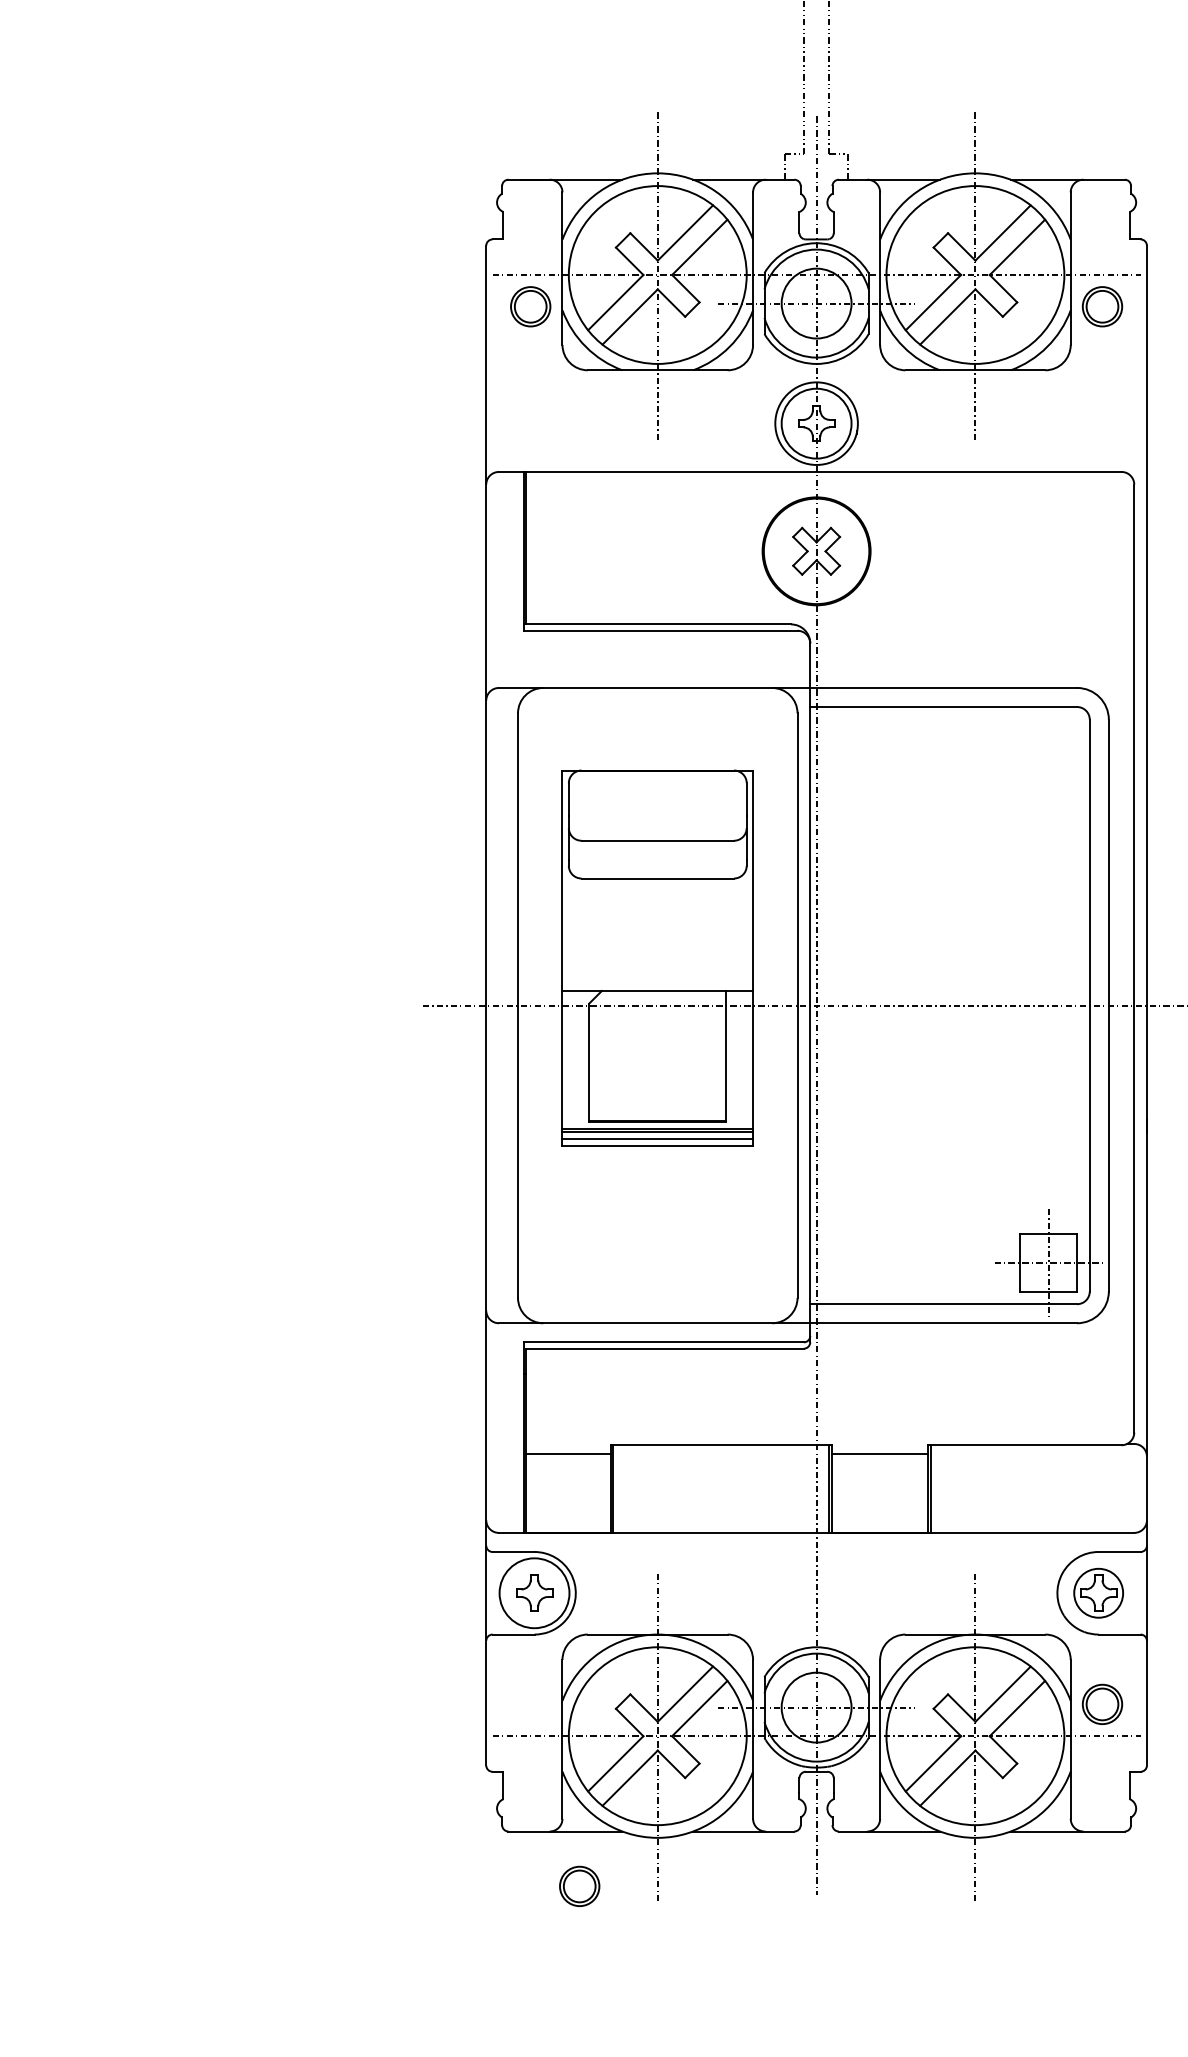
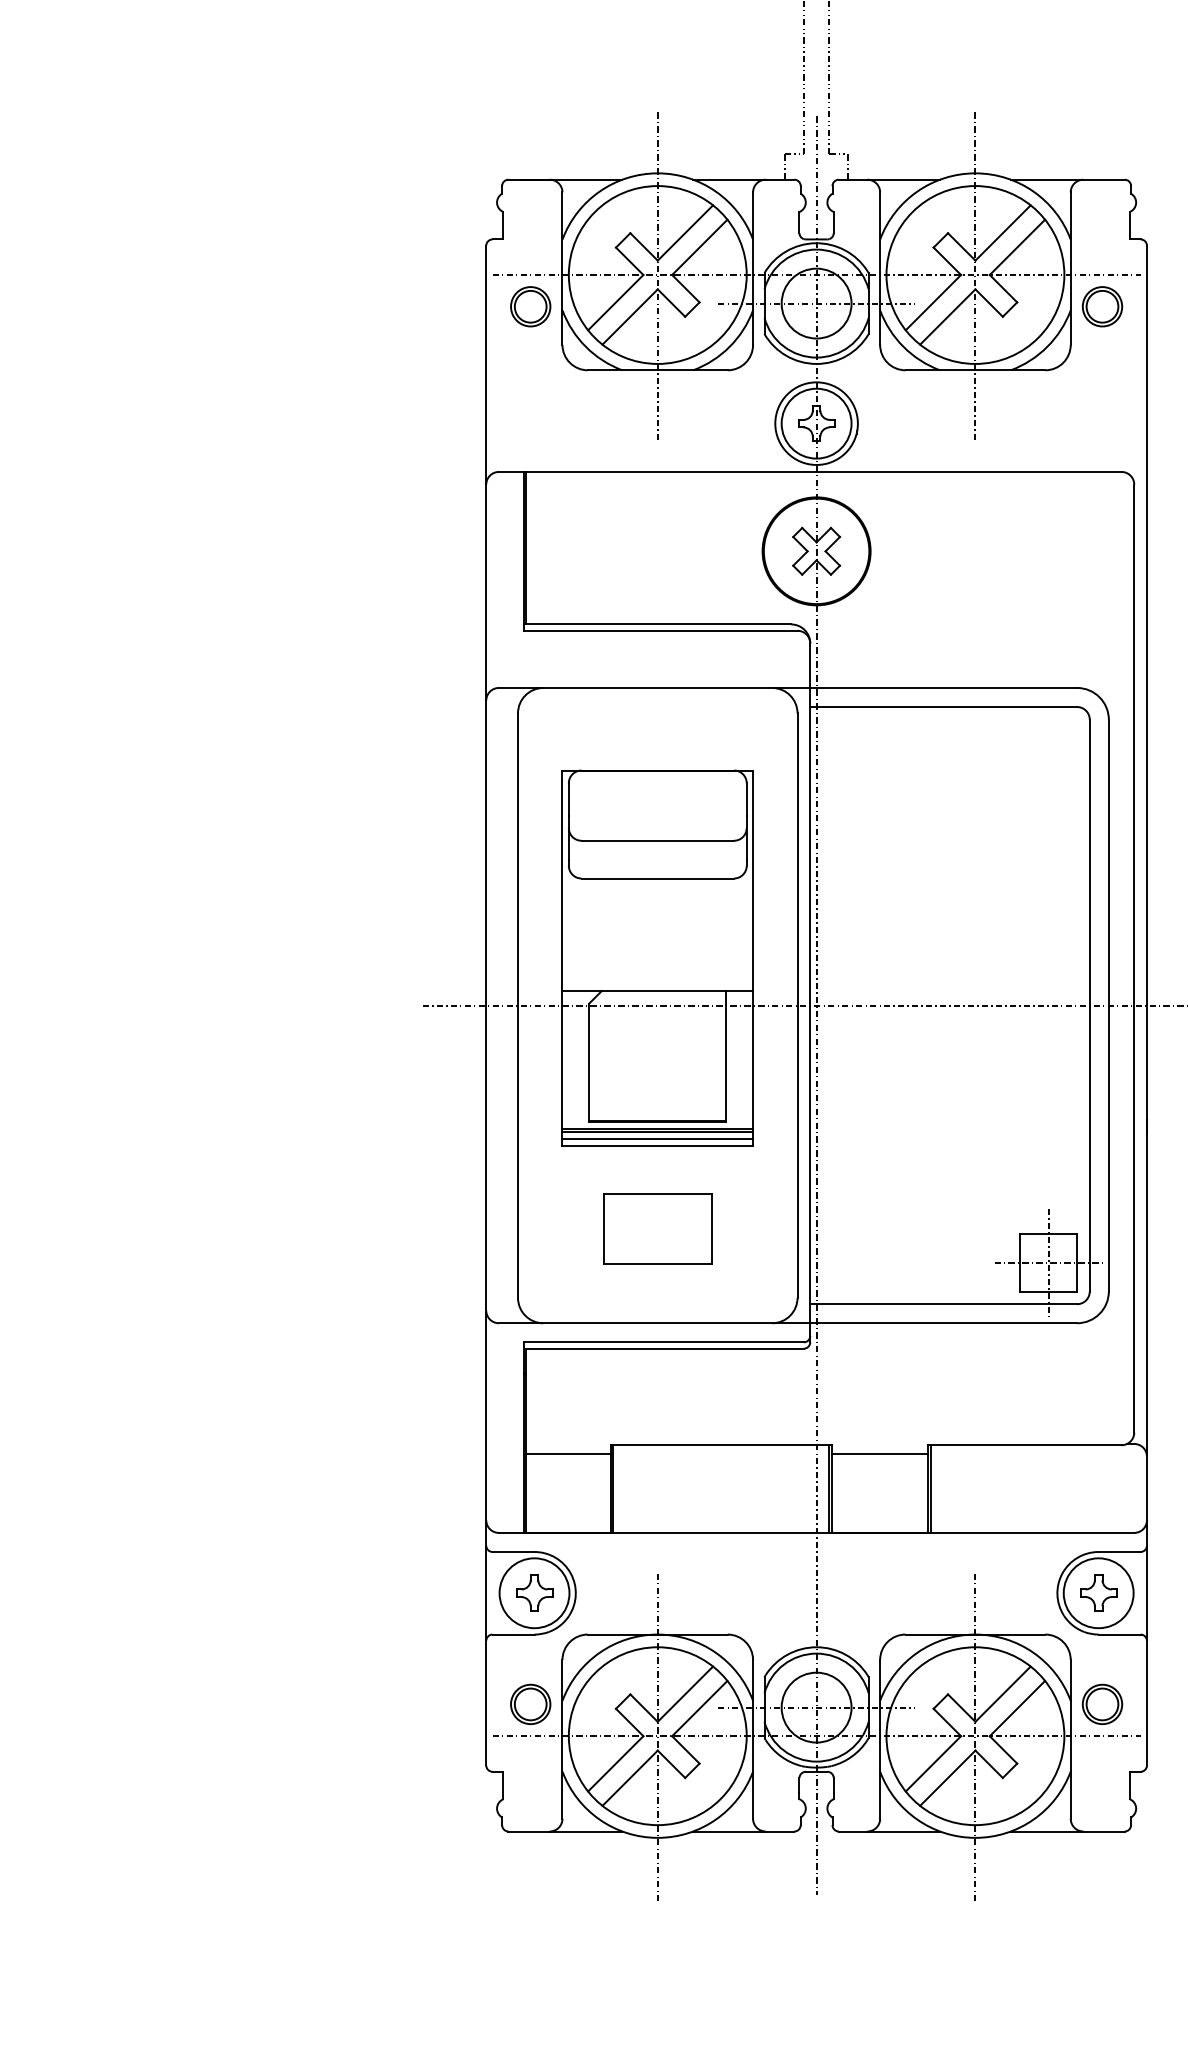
part at (657, 1228): none -> present
circle at (1098, 1592) diameter: 49 px -> 70 px
part at (579, 1885) position: (579, 1885) -> (530, 1703)
